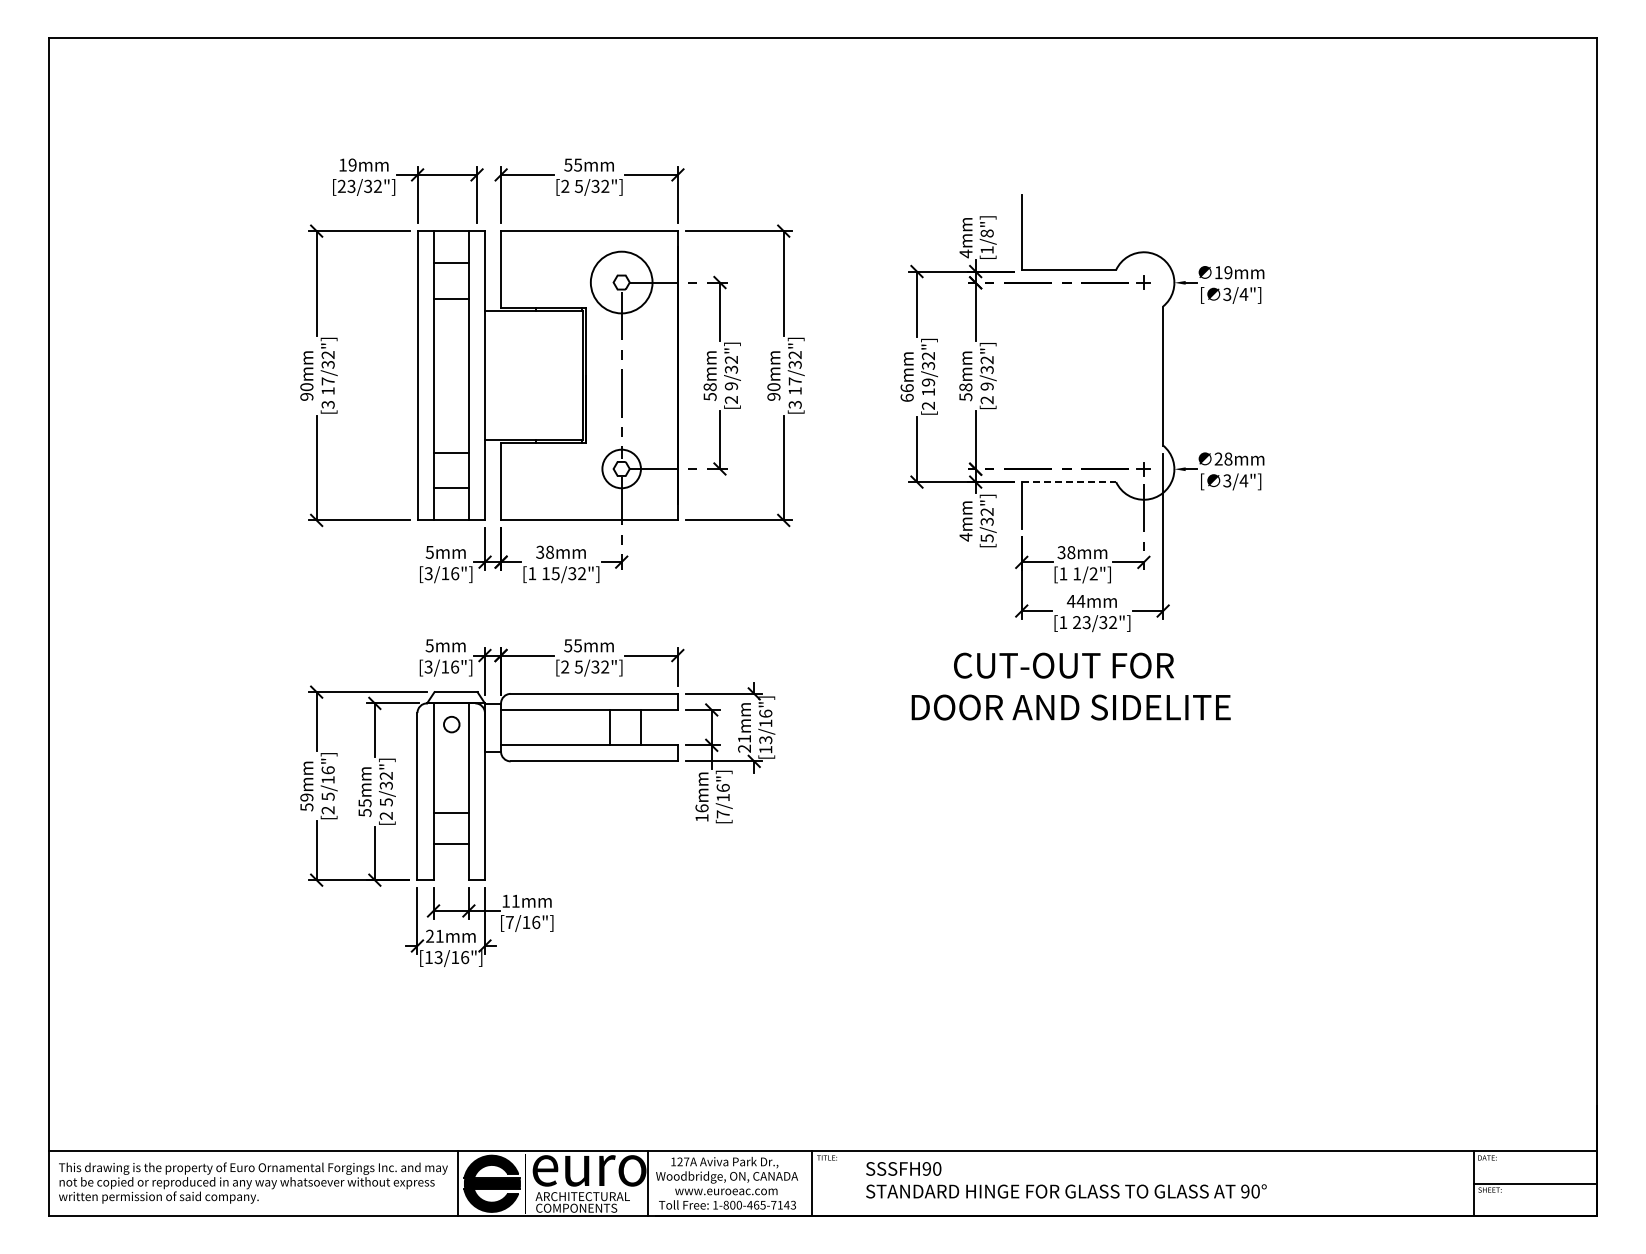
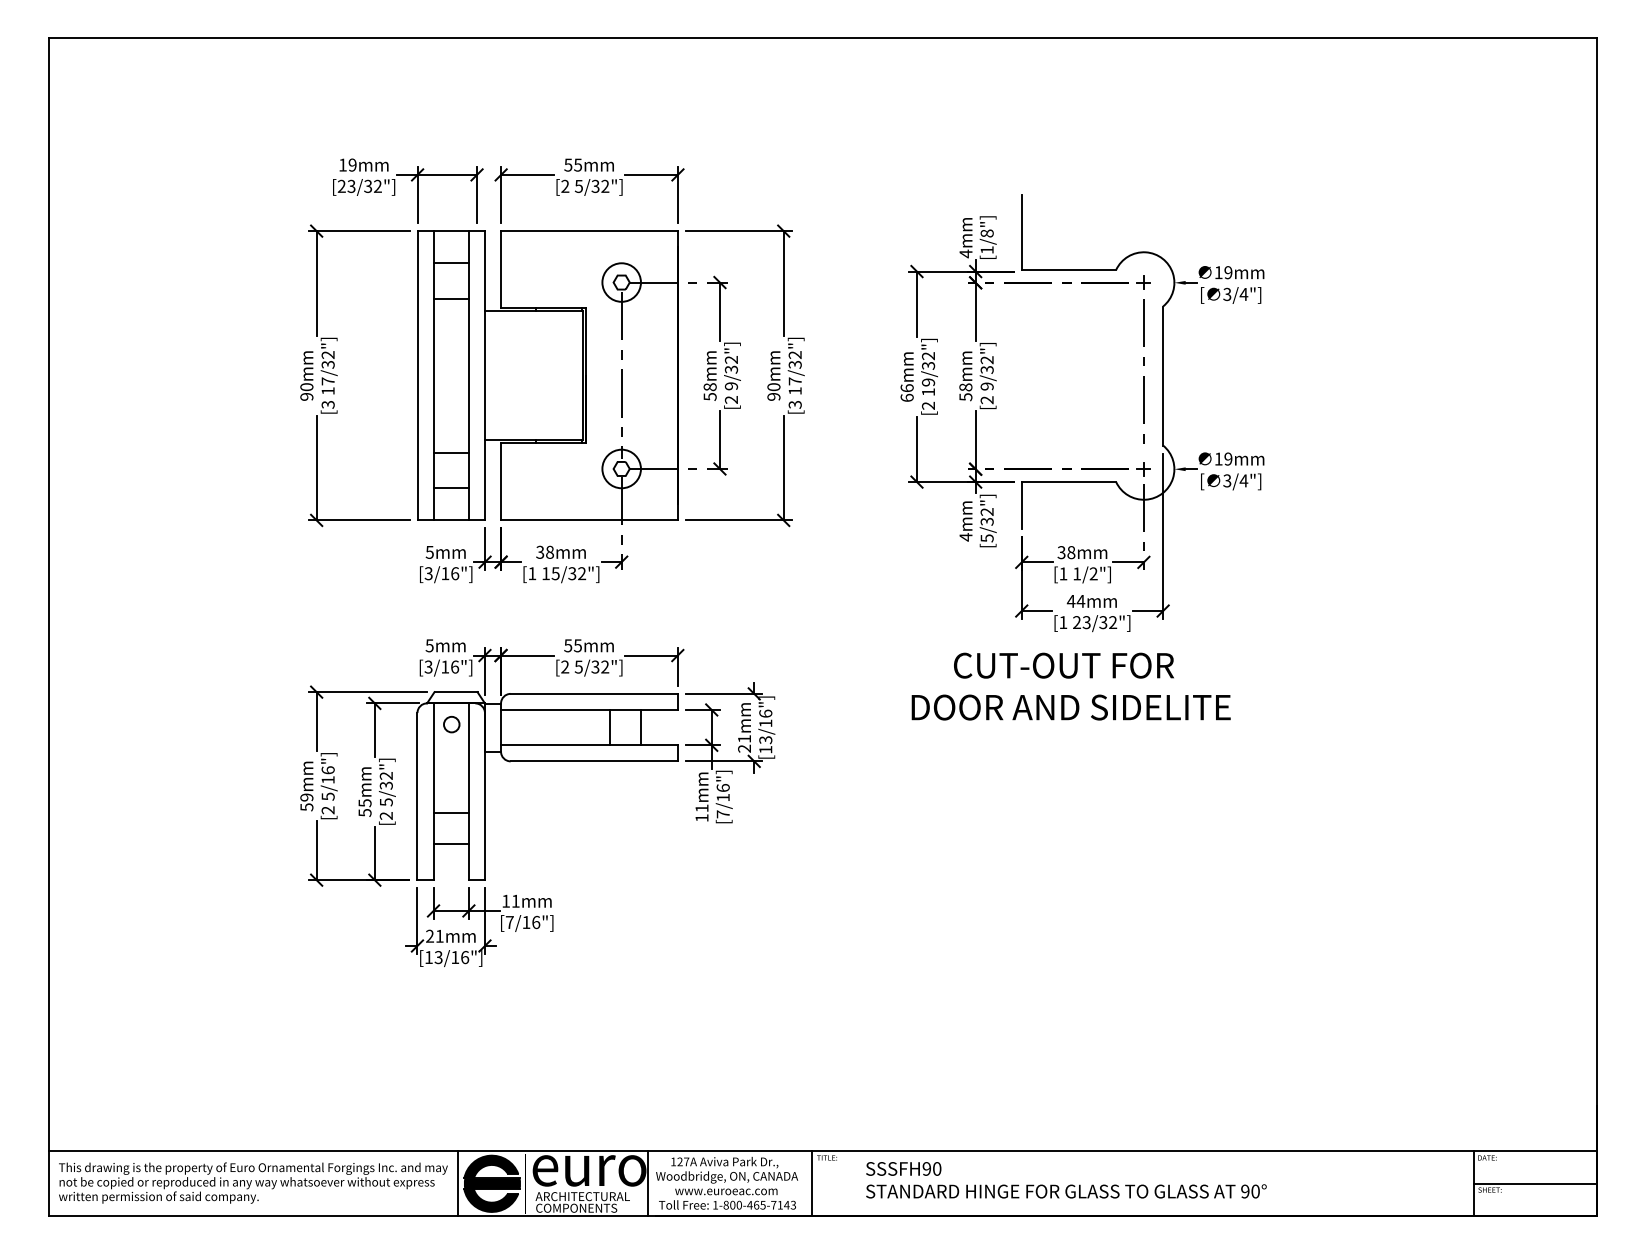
circle at (621, 282) diameter: 62 px -> 39 px
line at (1143, 376): none -> present
text at (1223, 458): 28mm -> 19mm
line at (1069, 482): dashed -> solid
text at (701, 808): 16mm -> 11mm
